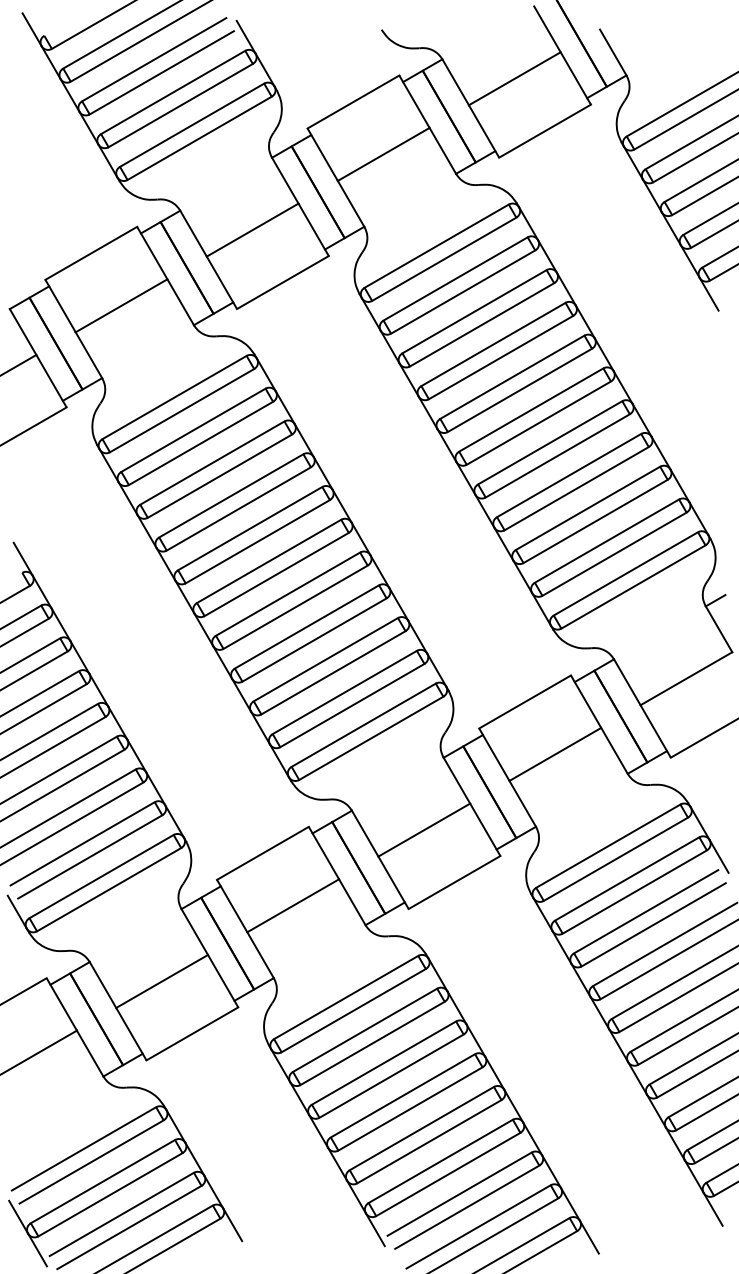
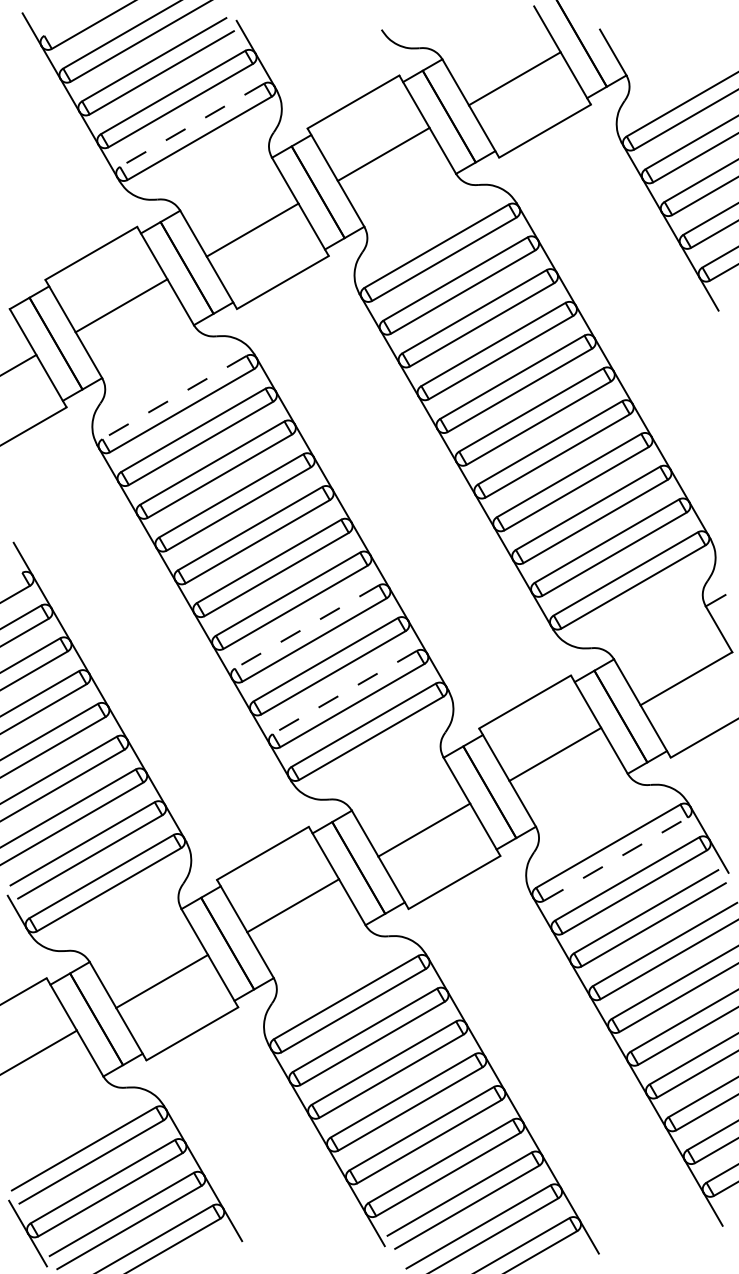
line at (191, 125): solid -> dashed
line at (174, 397): solid -> dashed
line at (306, 627): solid -> dashed
line at (344, 692): solid -> dashed
line at (616, 859): solid -> dashed
